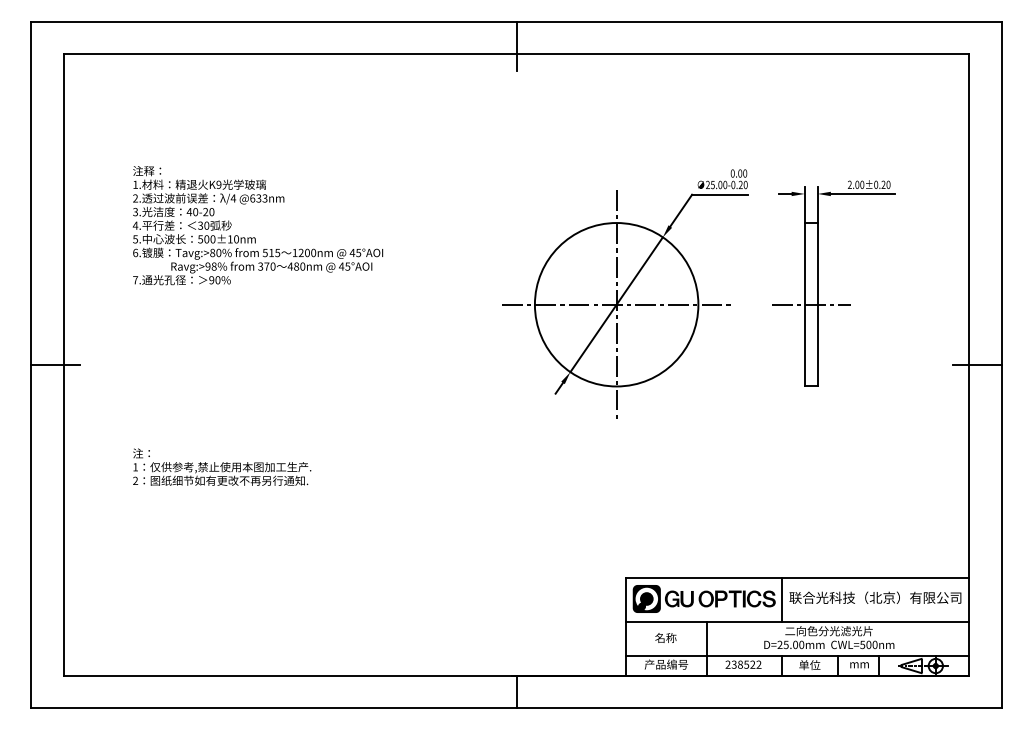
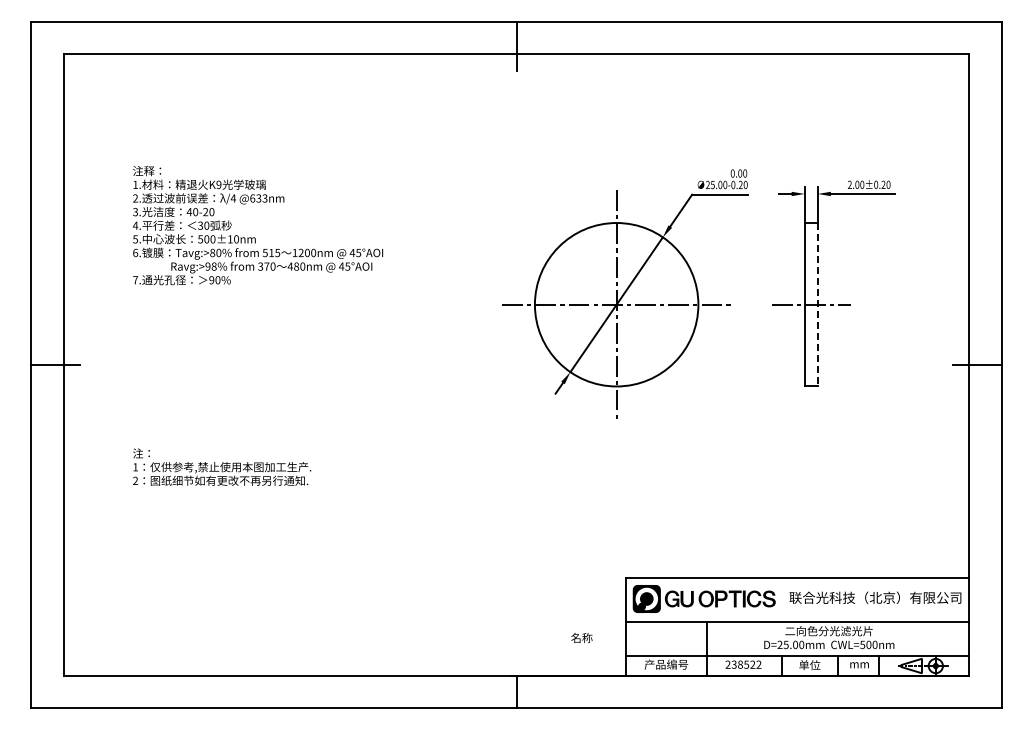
line at (817, 304): solid -> dashed
line at (781, 599): present -> none
text at (665, 637) position: (665, 637) -> (581, 637)
